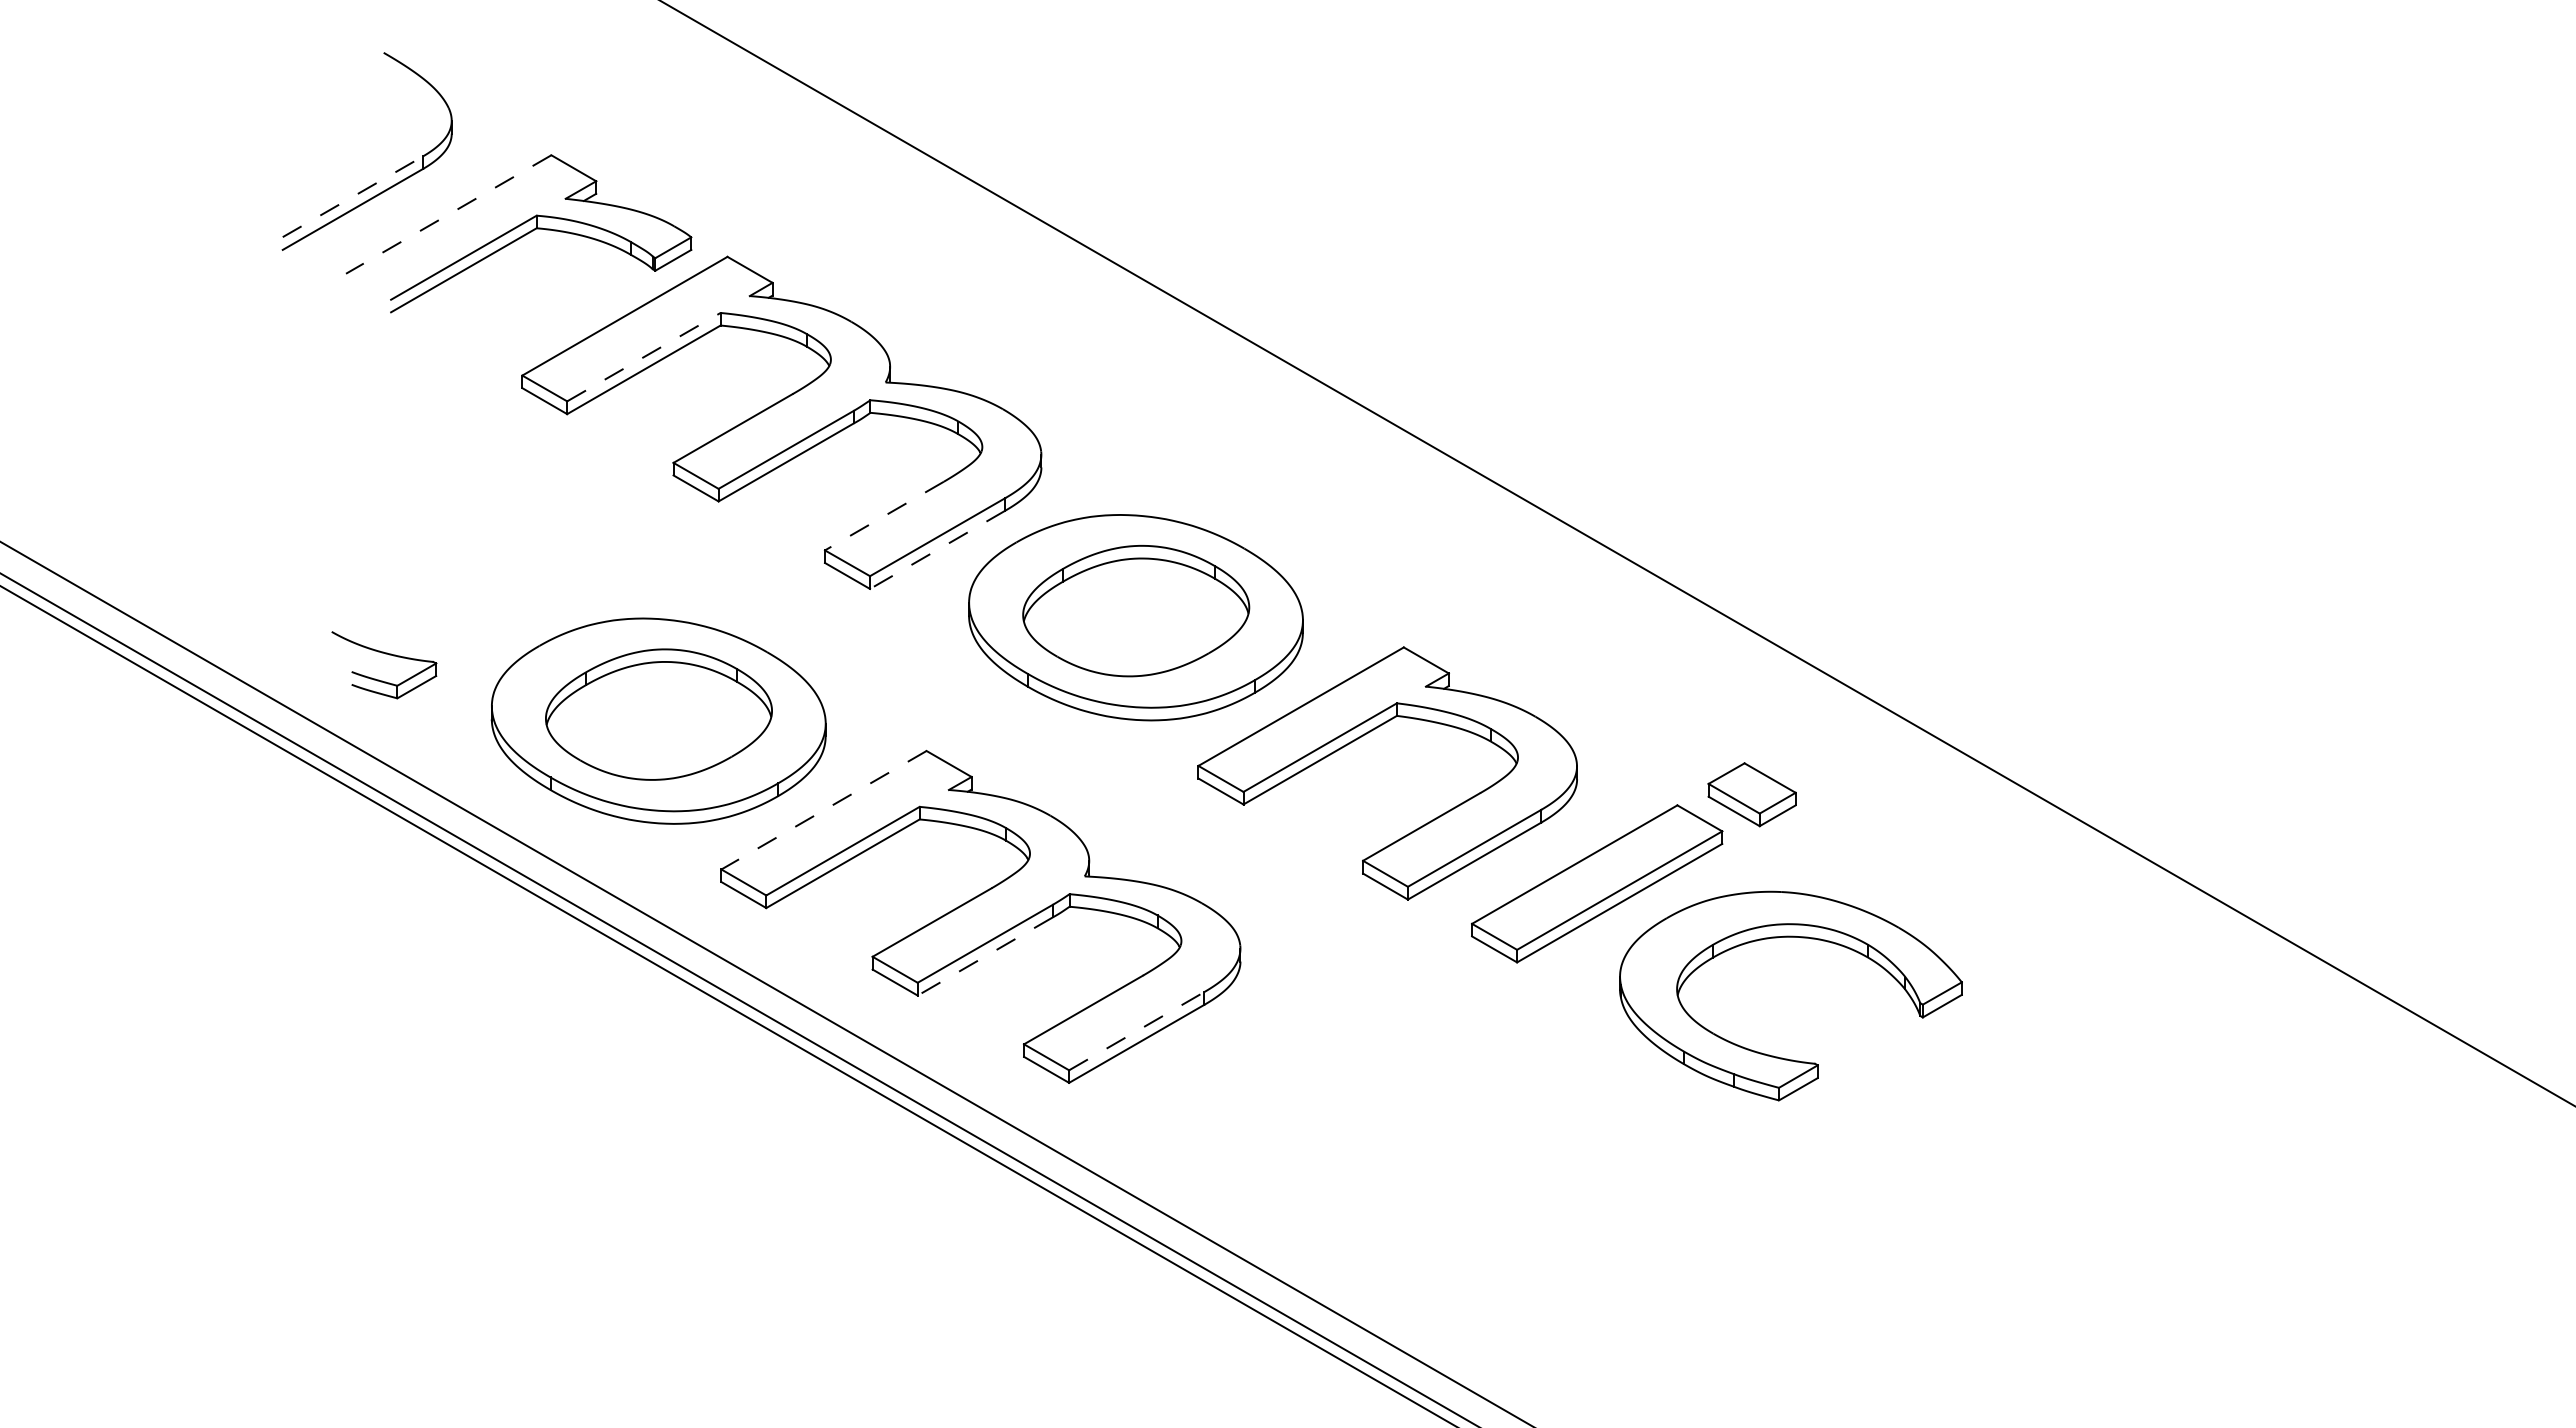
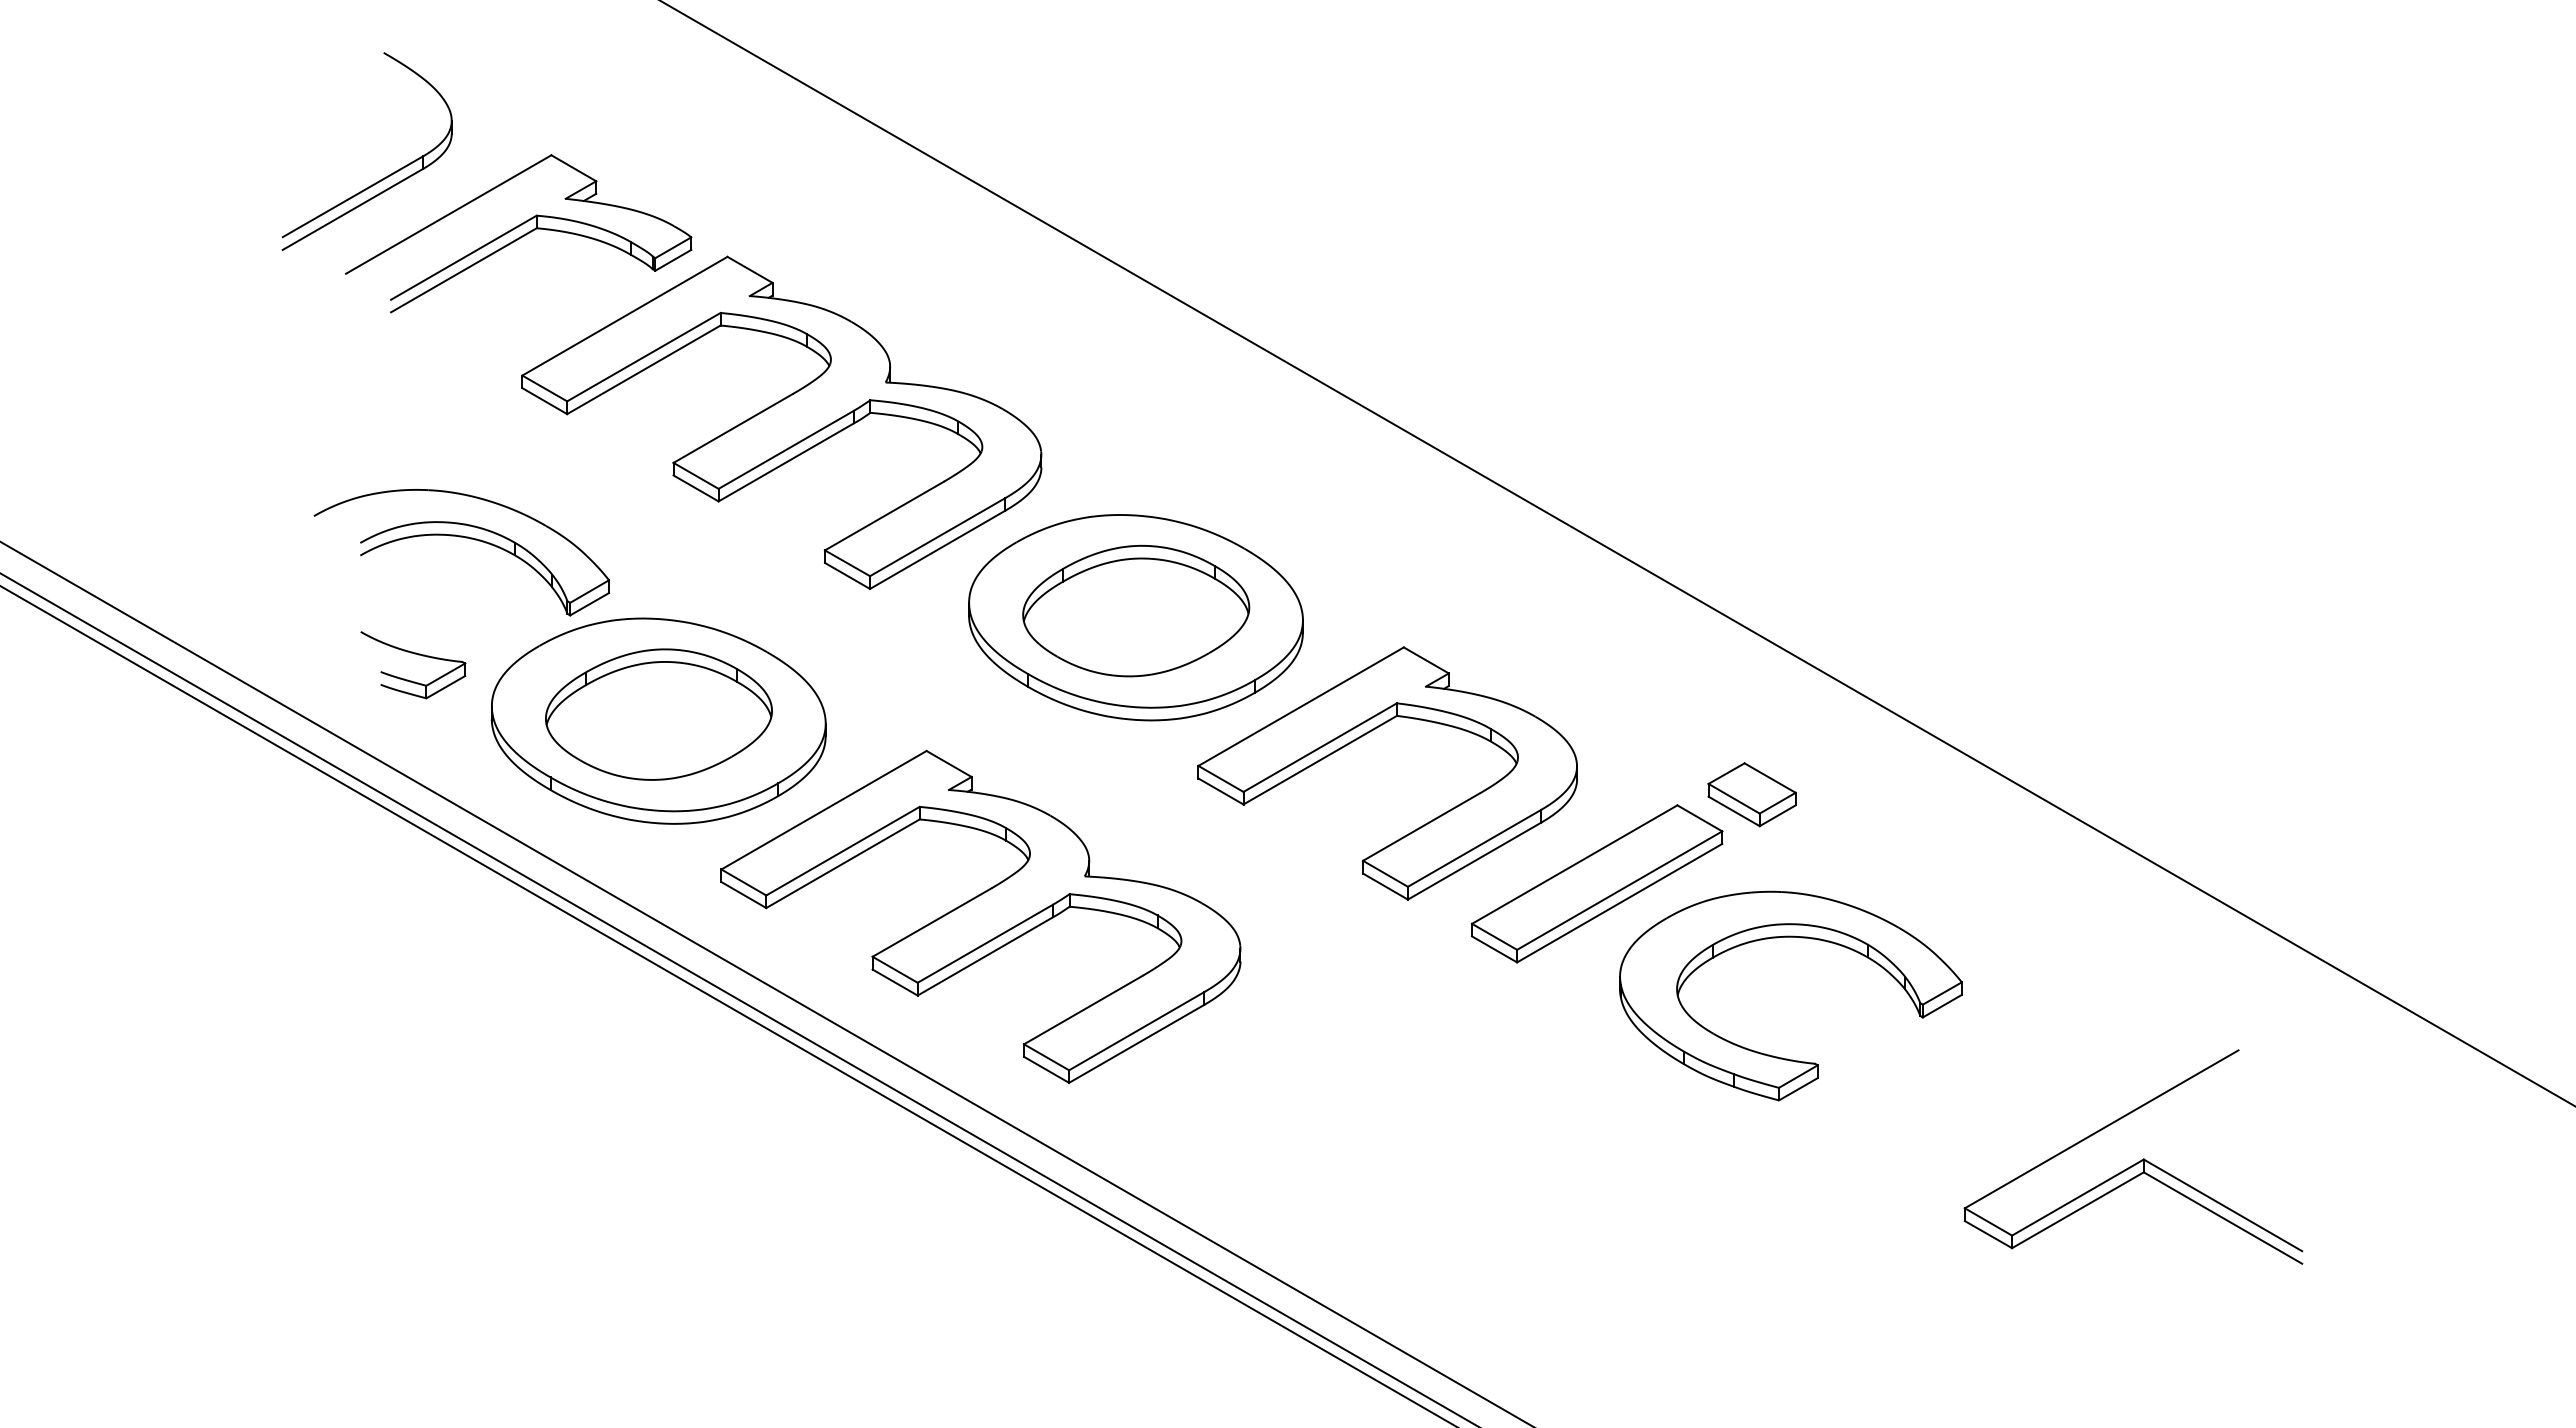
line at (352, 196): dashed -> solid
line at (448, 214): dashed -> solid
line at (643, 357): dashed -> solid
line at (884, 516): dashed -> solid
part at (465, 538): none -> present
line at (937, 550): dashed -> solid
part at (385, 654) position: (385, 654) -> (414, 654)
line at (823, 810): dashed -> solid
line at (984, 956): dashed -> solid
line at (1137, 1030): dashed -> solid
part at (2136, 1162): none -> present
